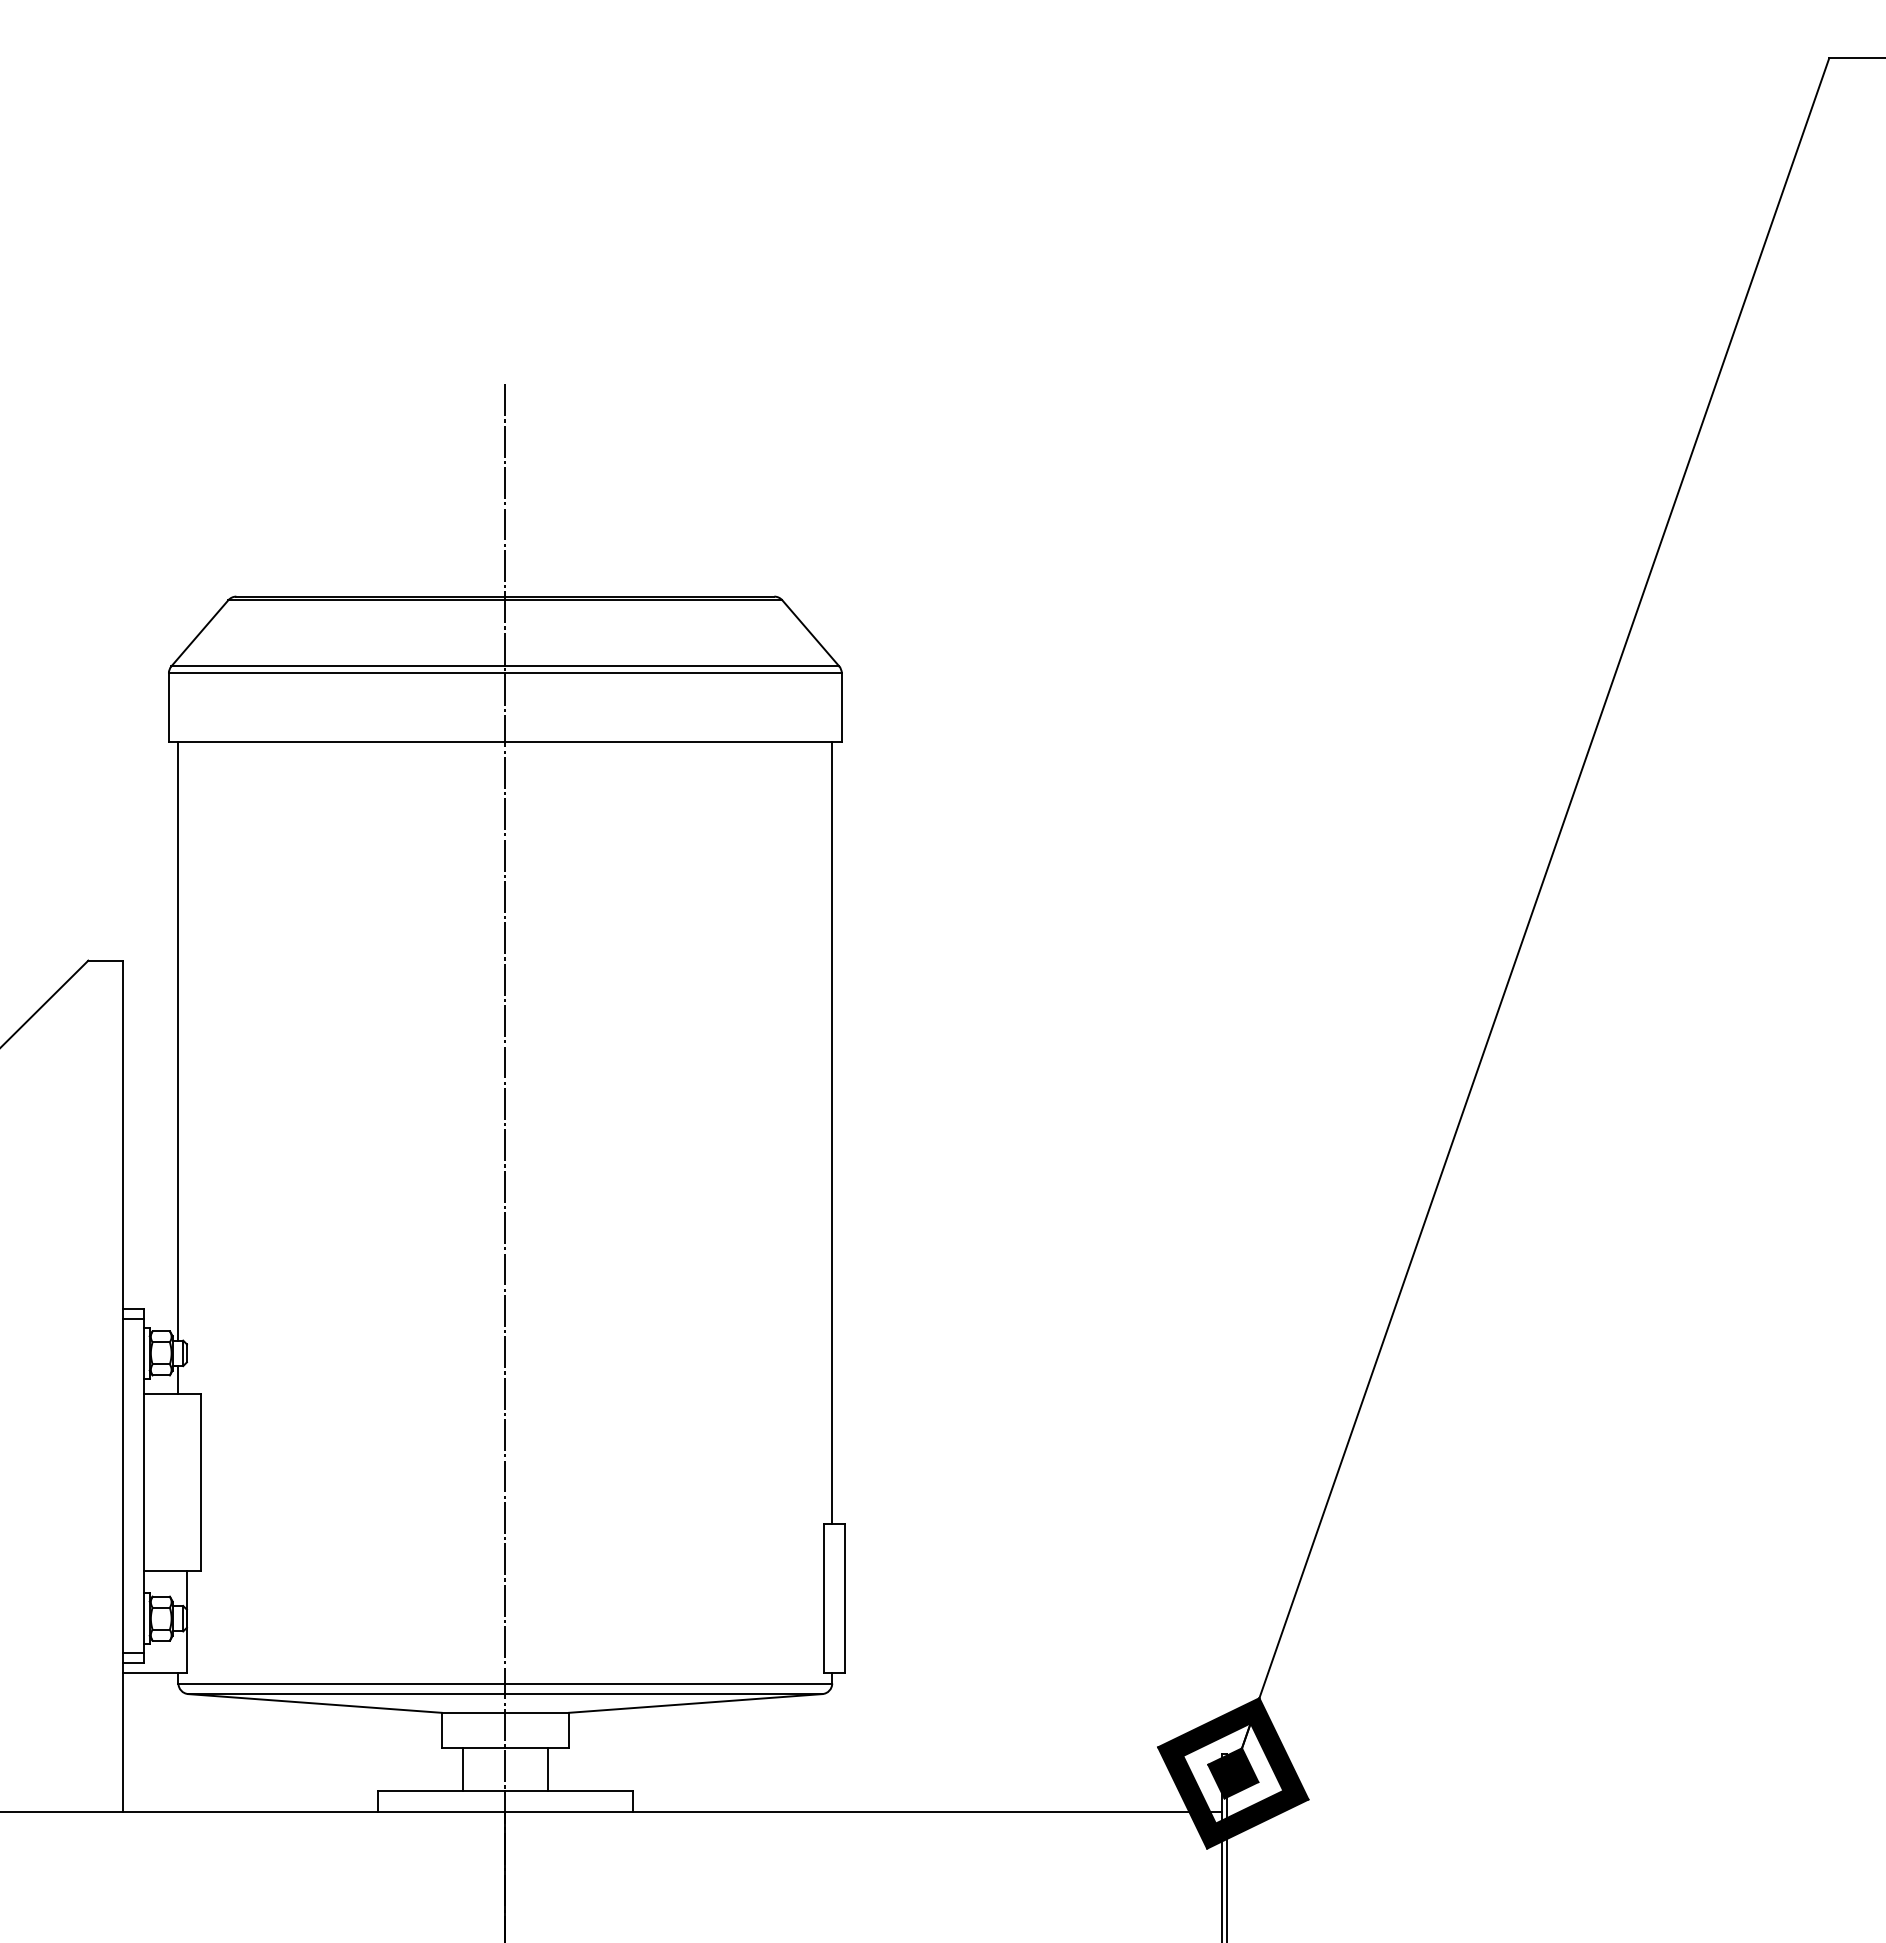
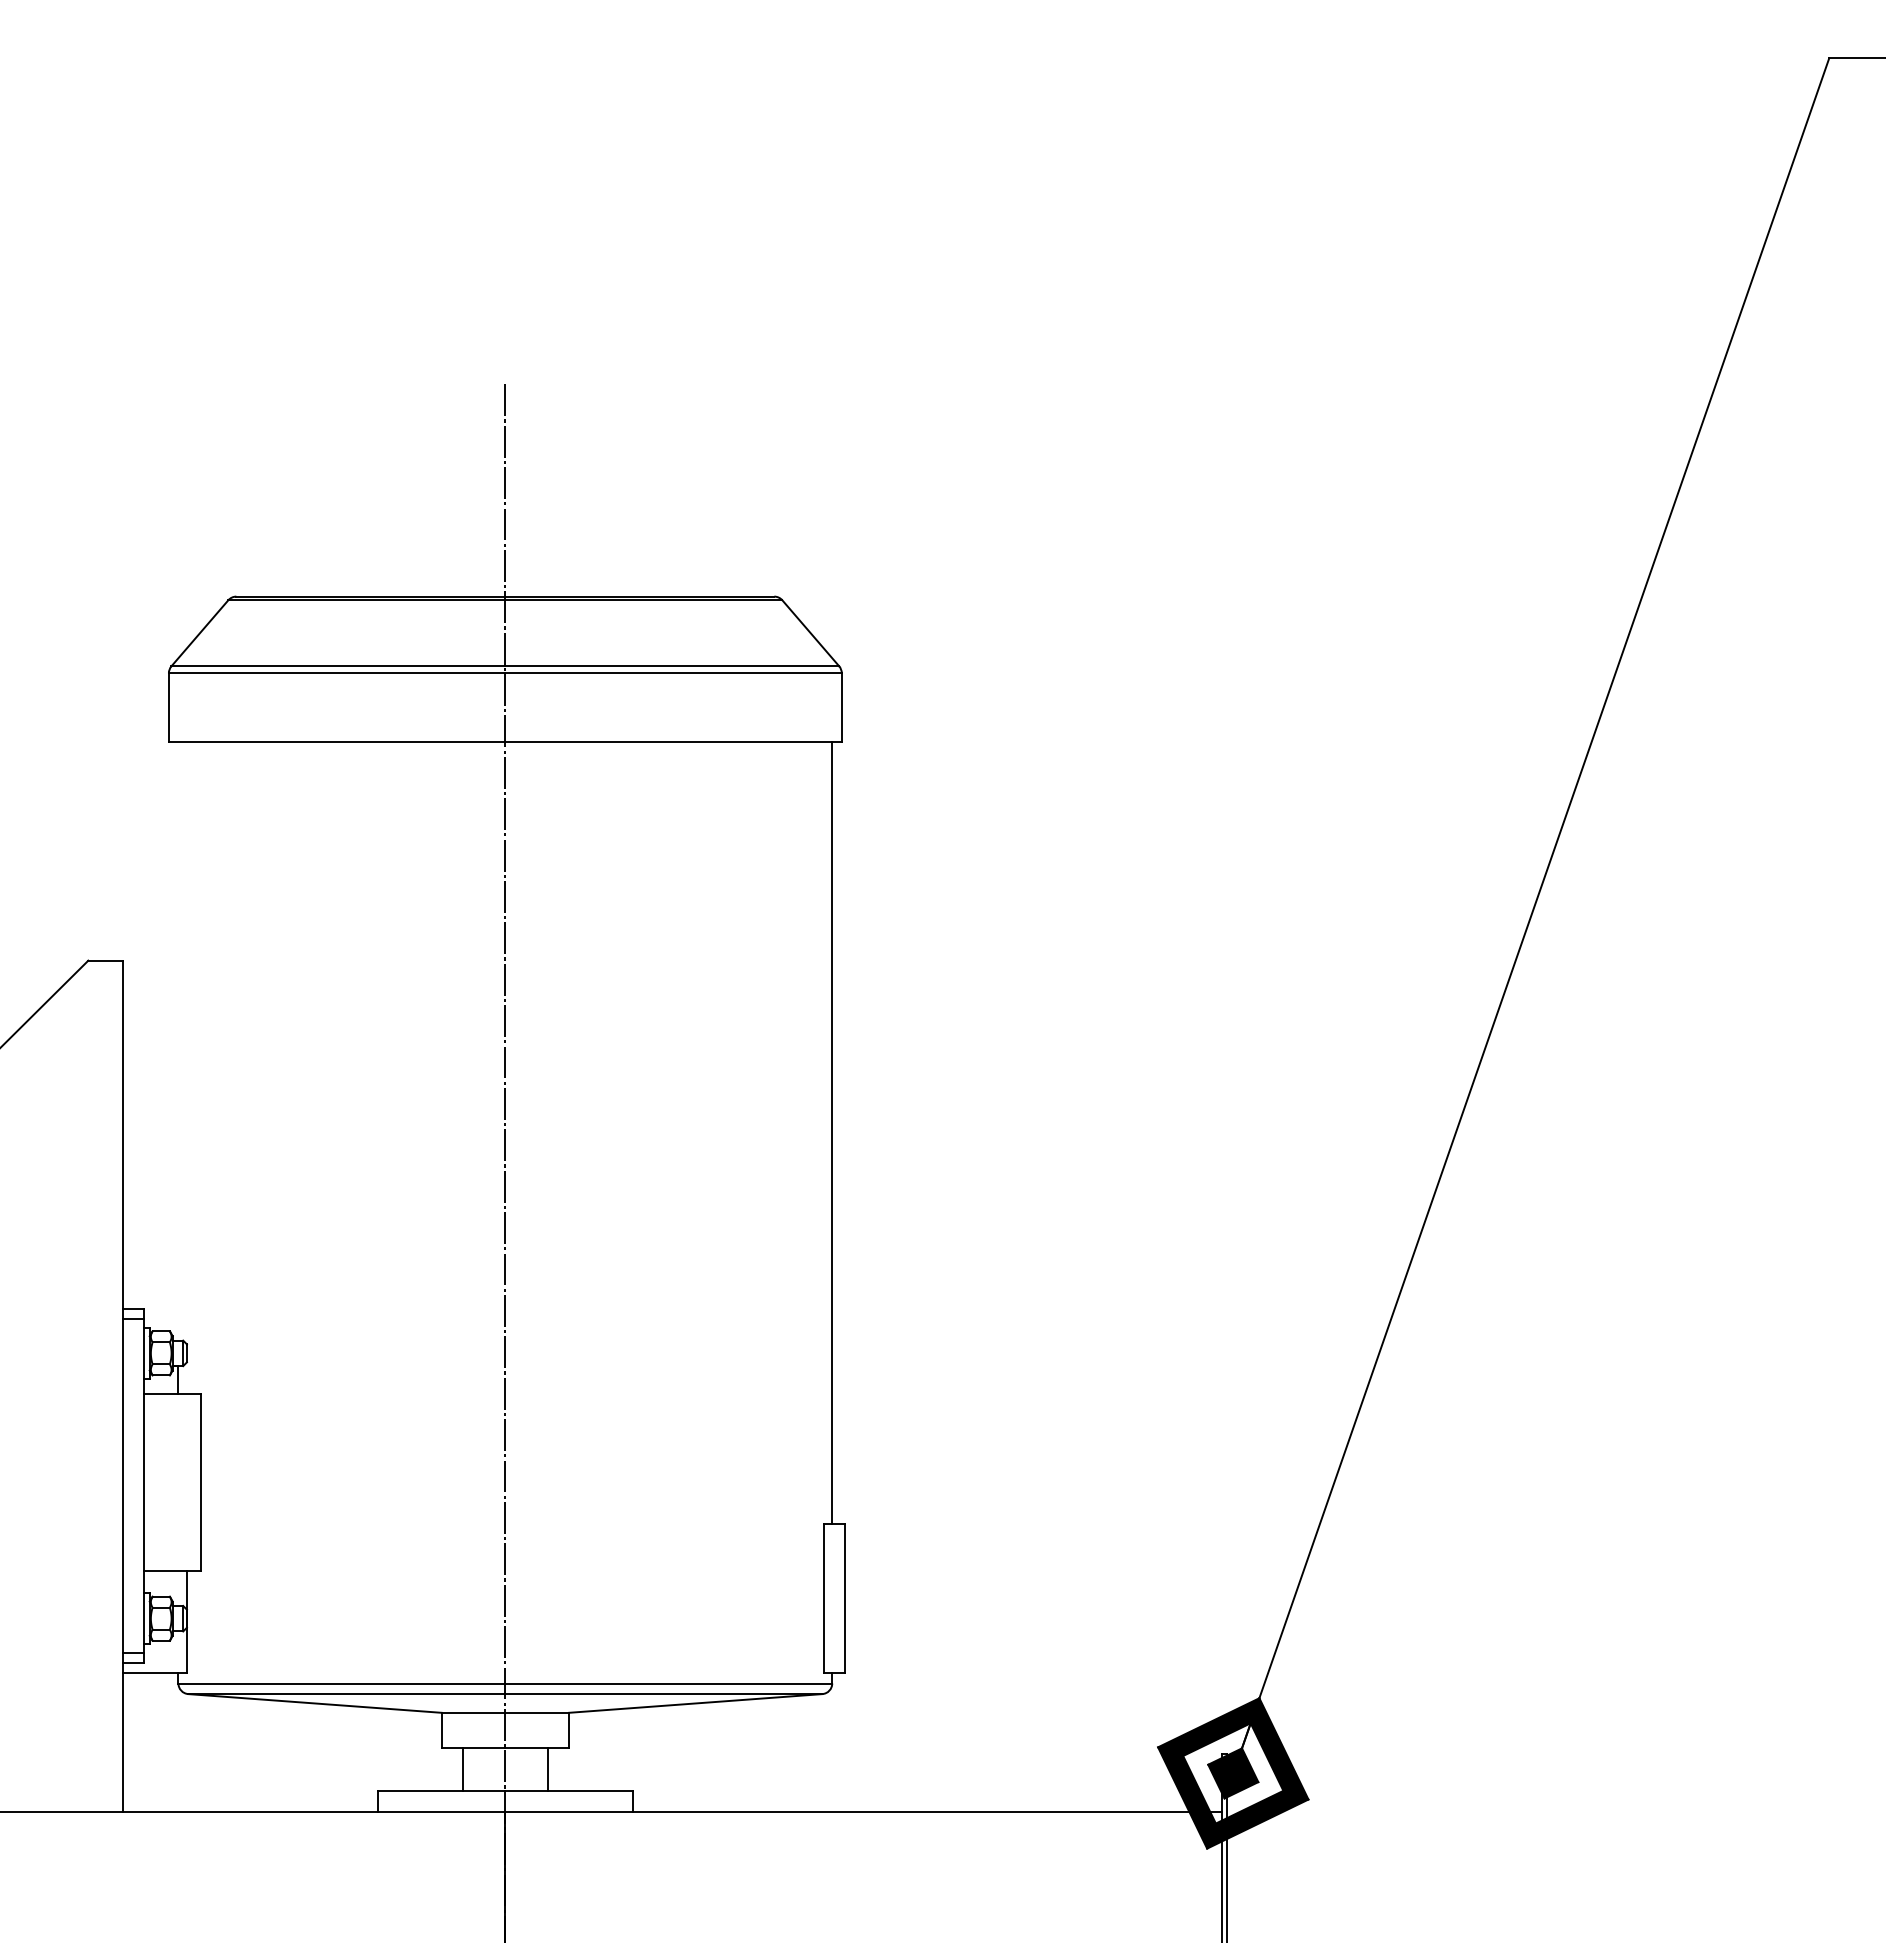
line at (178, 1041): present -> none
